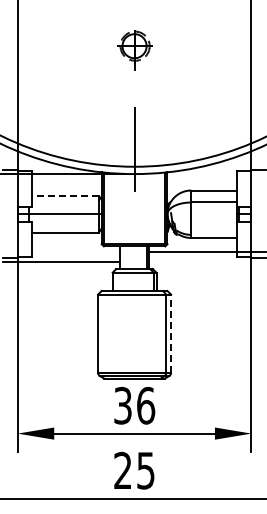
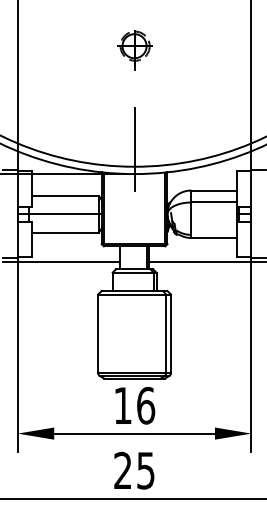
line at (65, 196): dashed -> solid
line at (206, 251) position: (206, 251) -> (206, 261)
line at (171, 333): dashed -> solid
text at (122, 405): 36 -> 16
